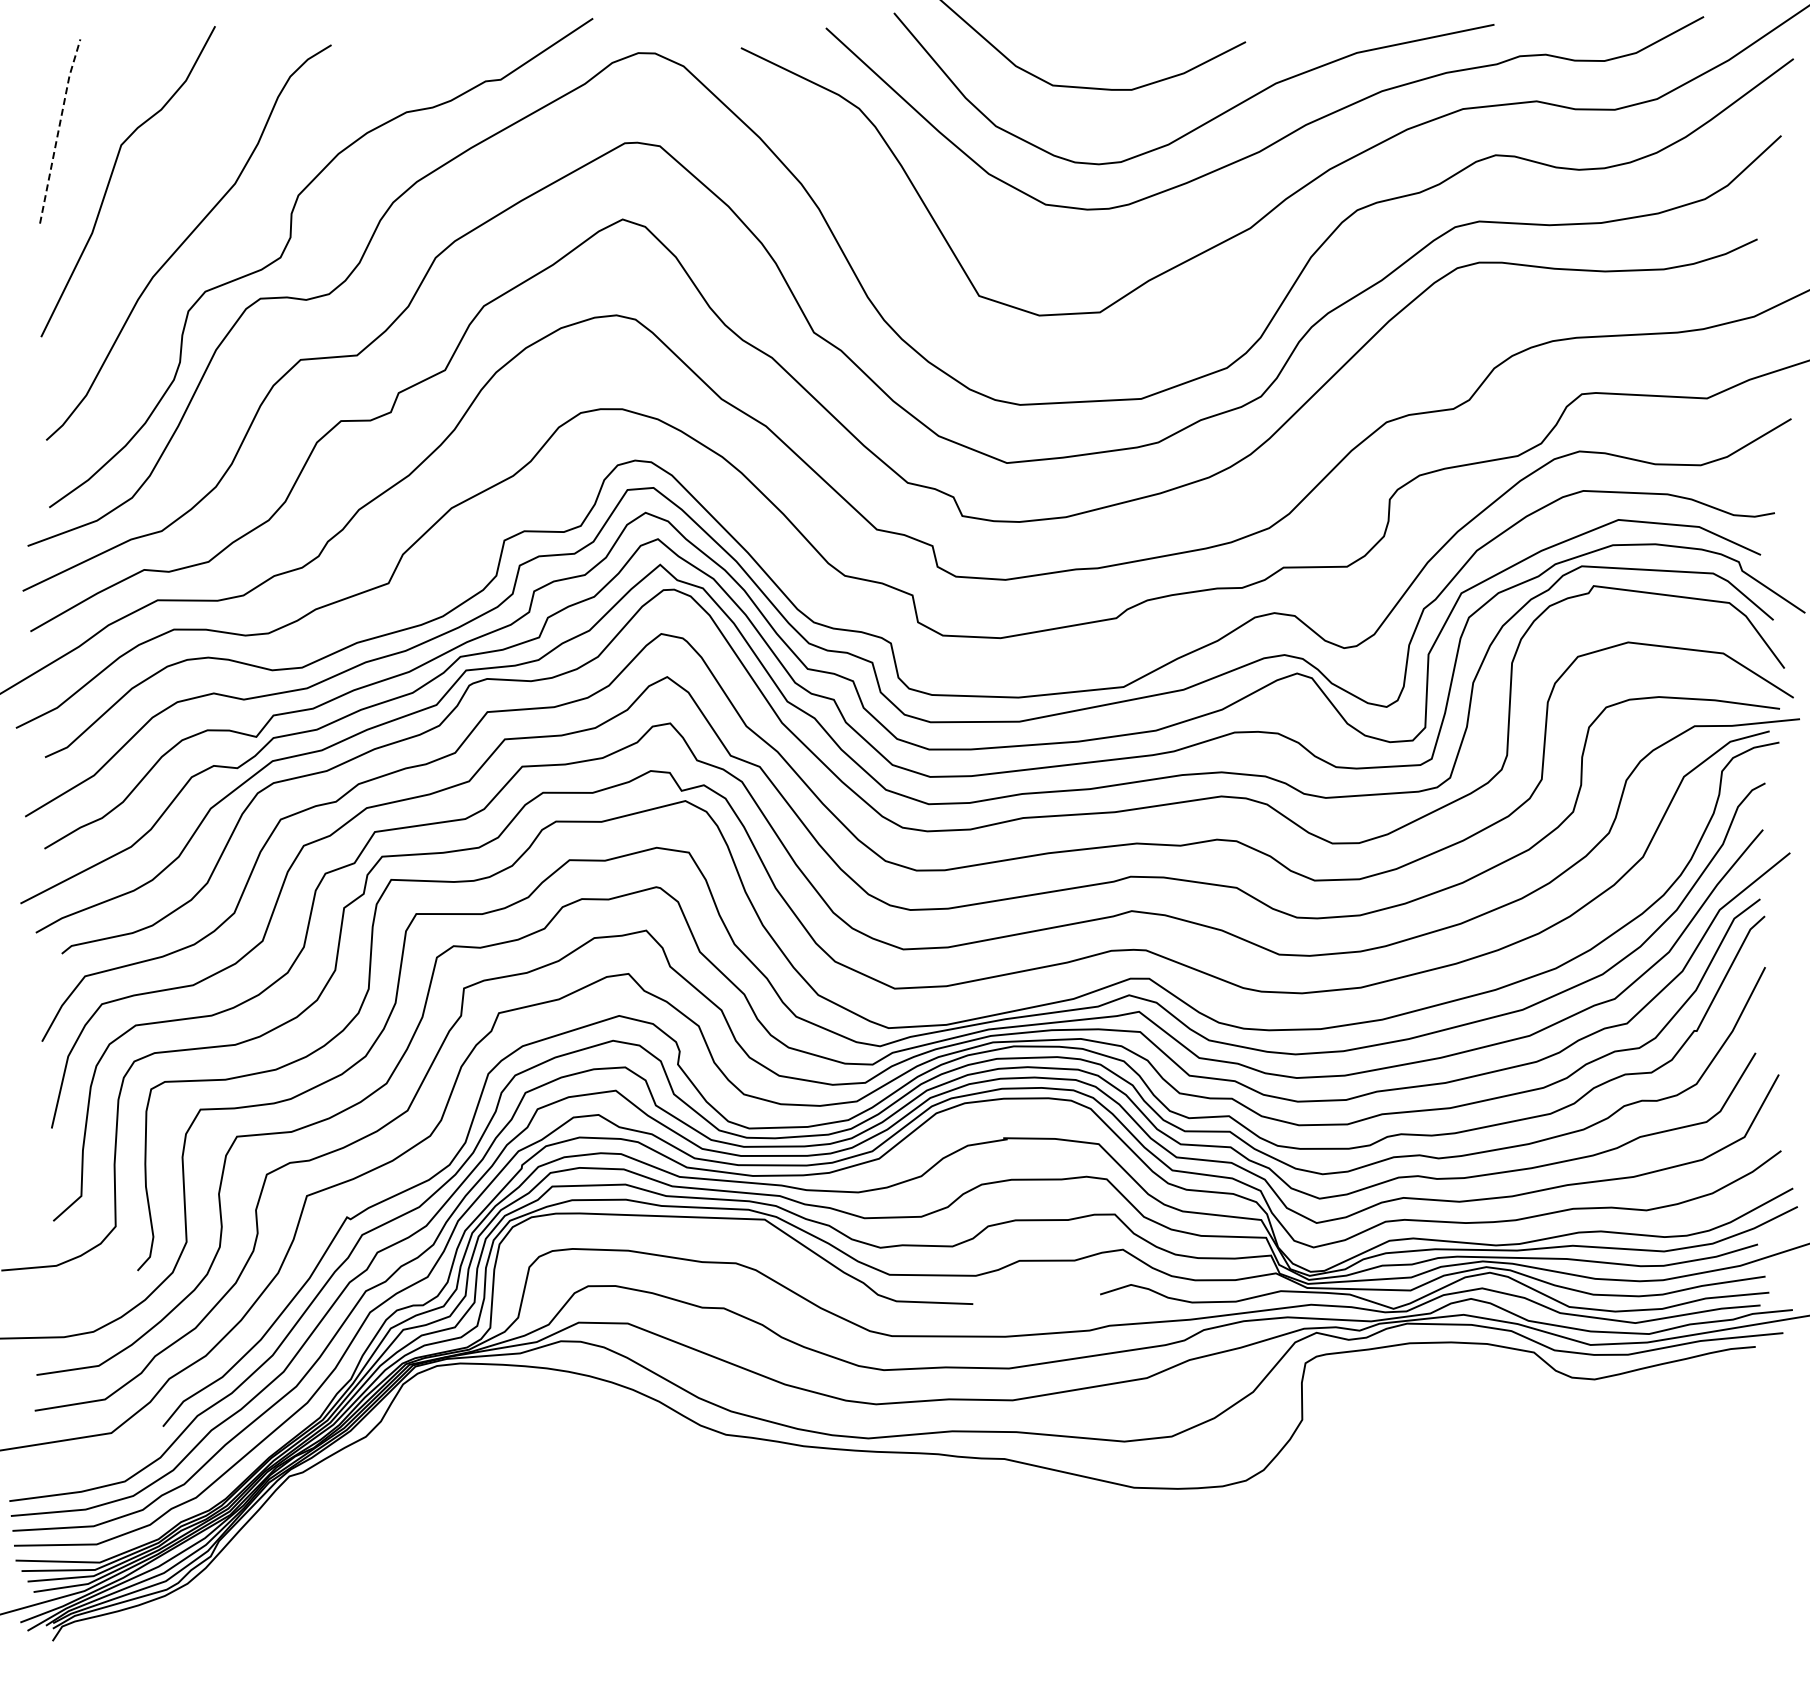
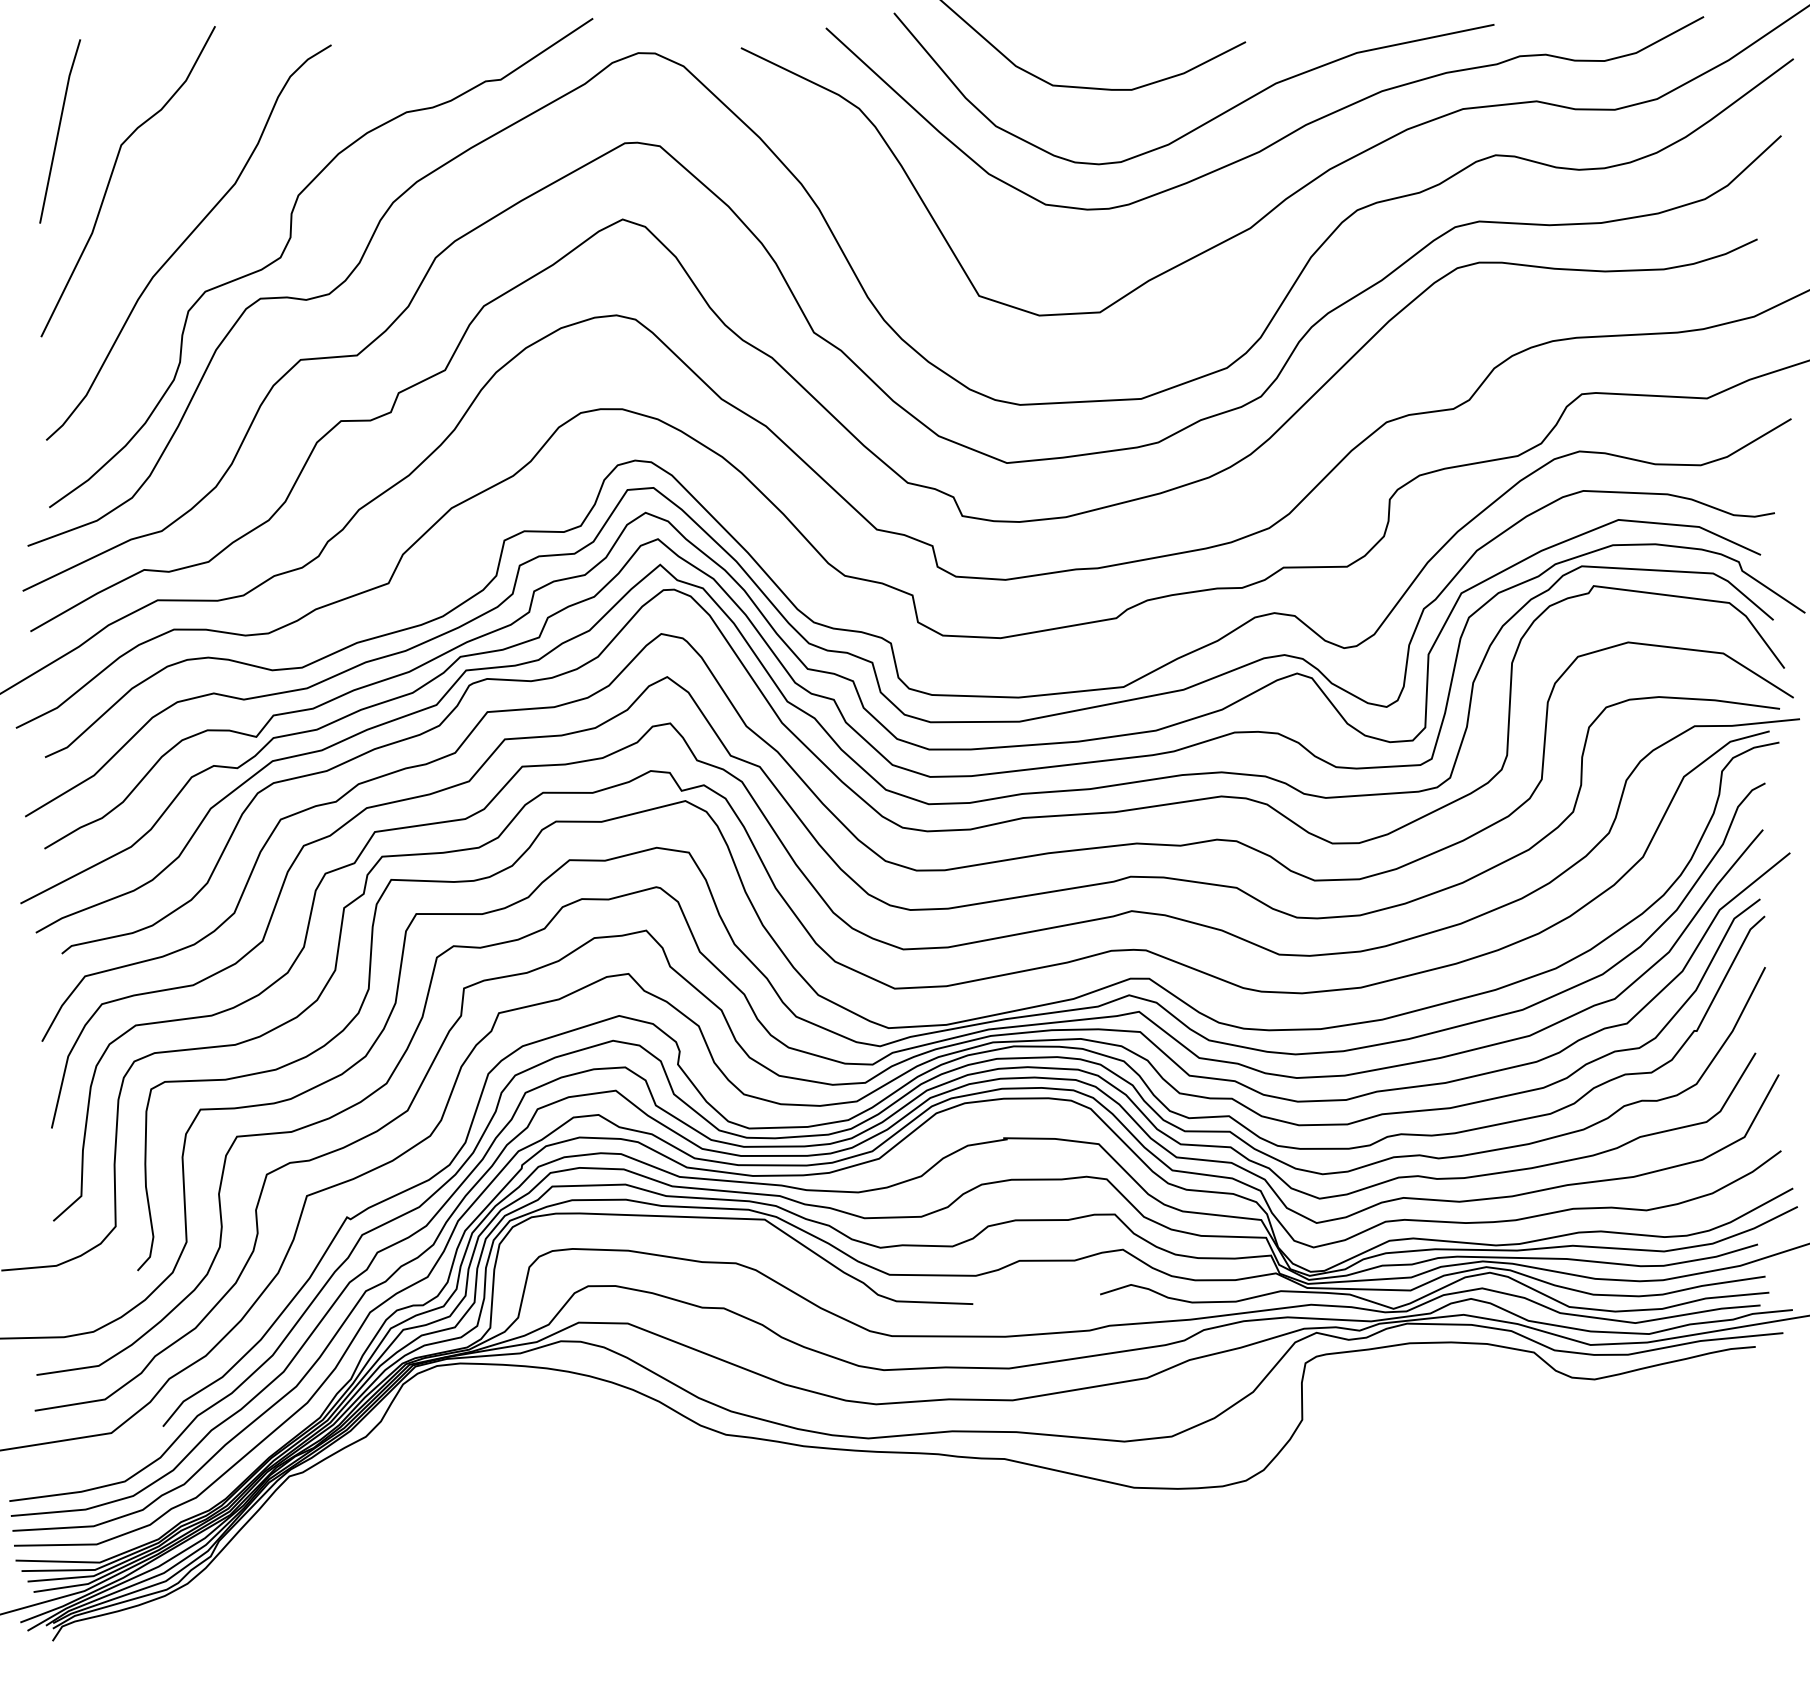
line at (58, 129): dashed -> solid
